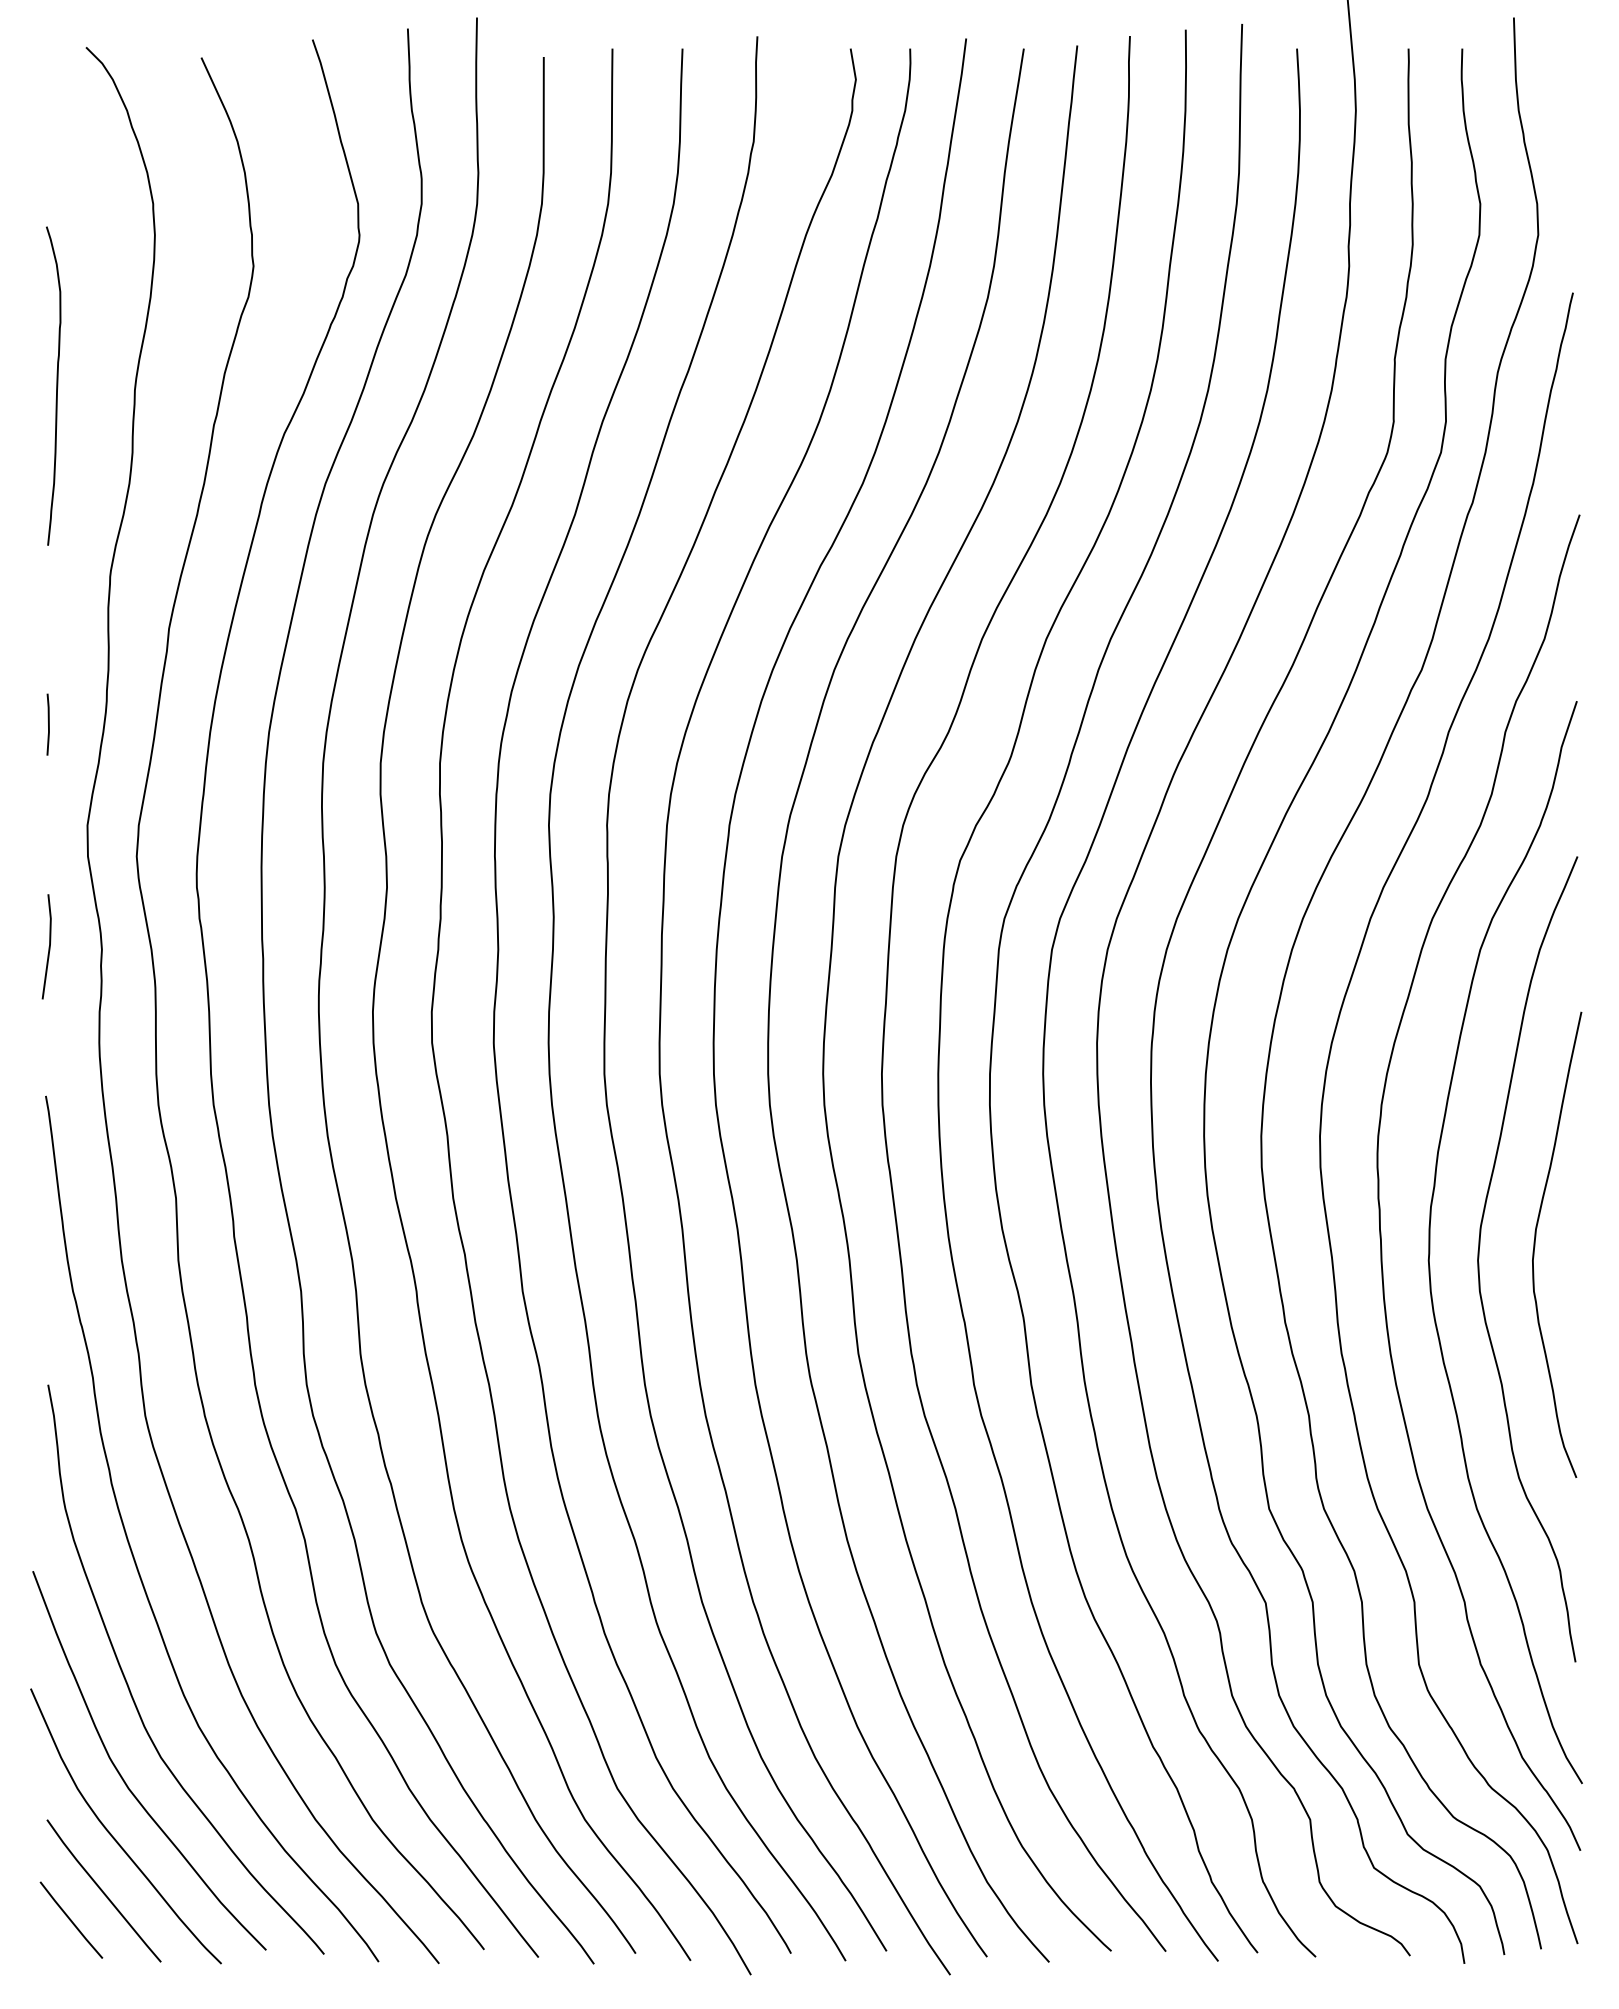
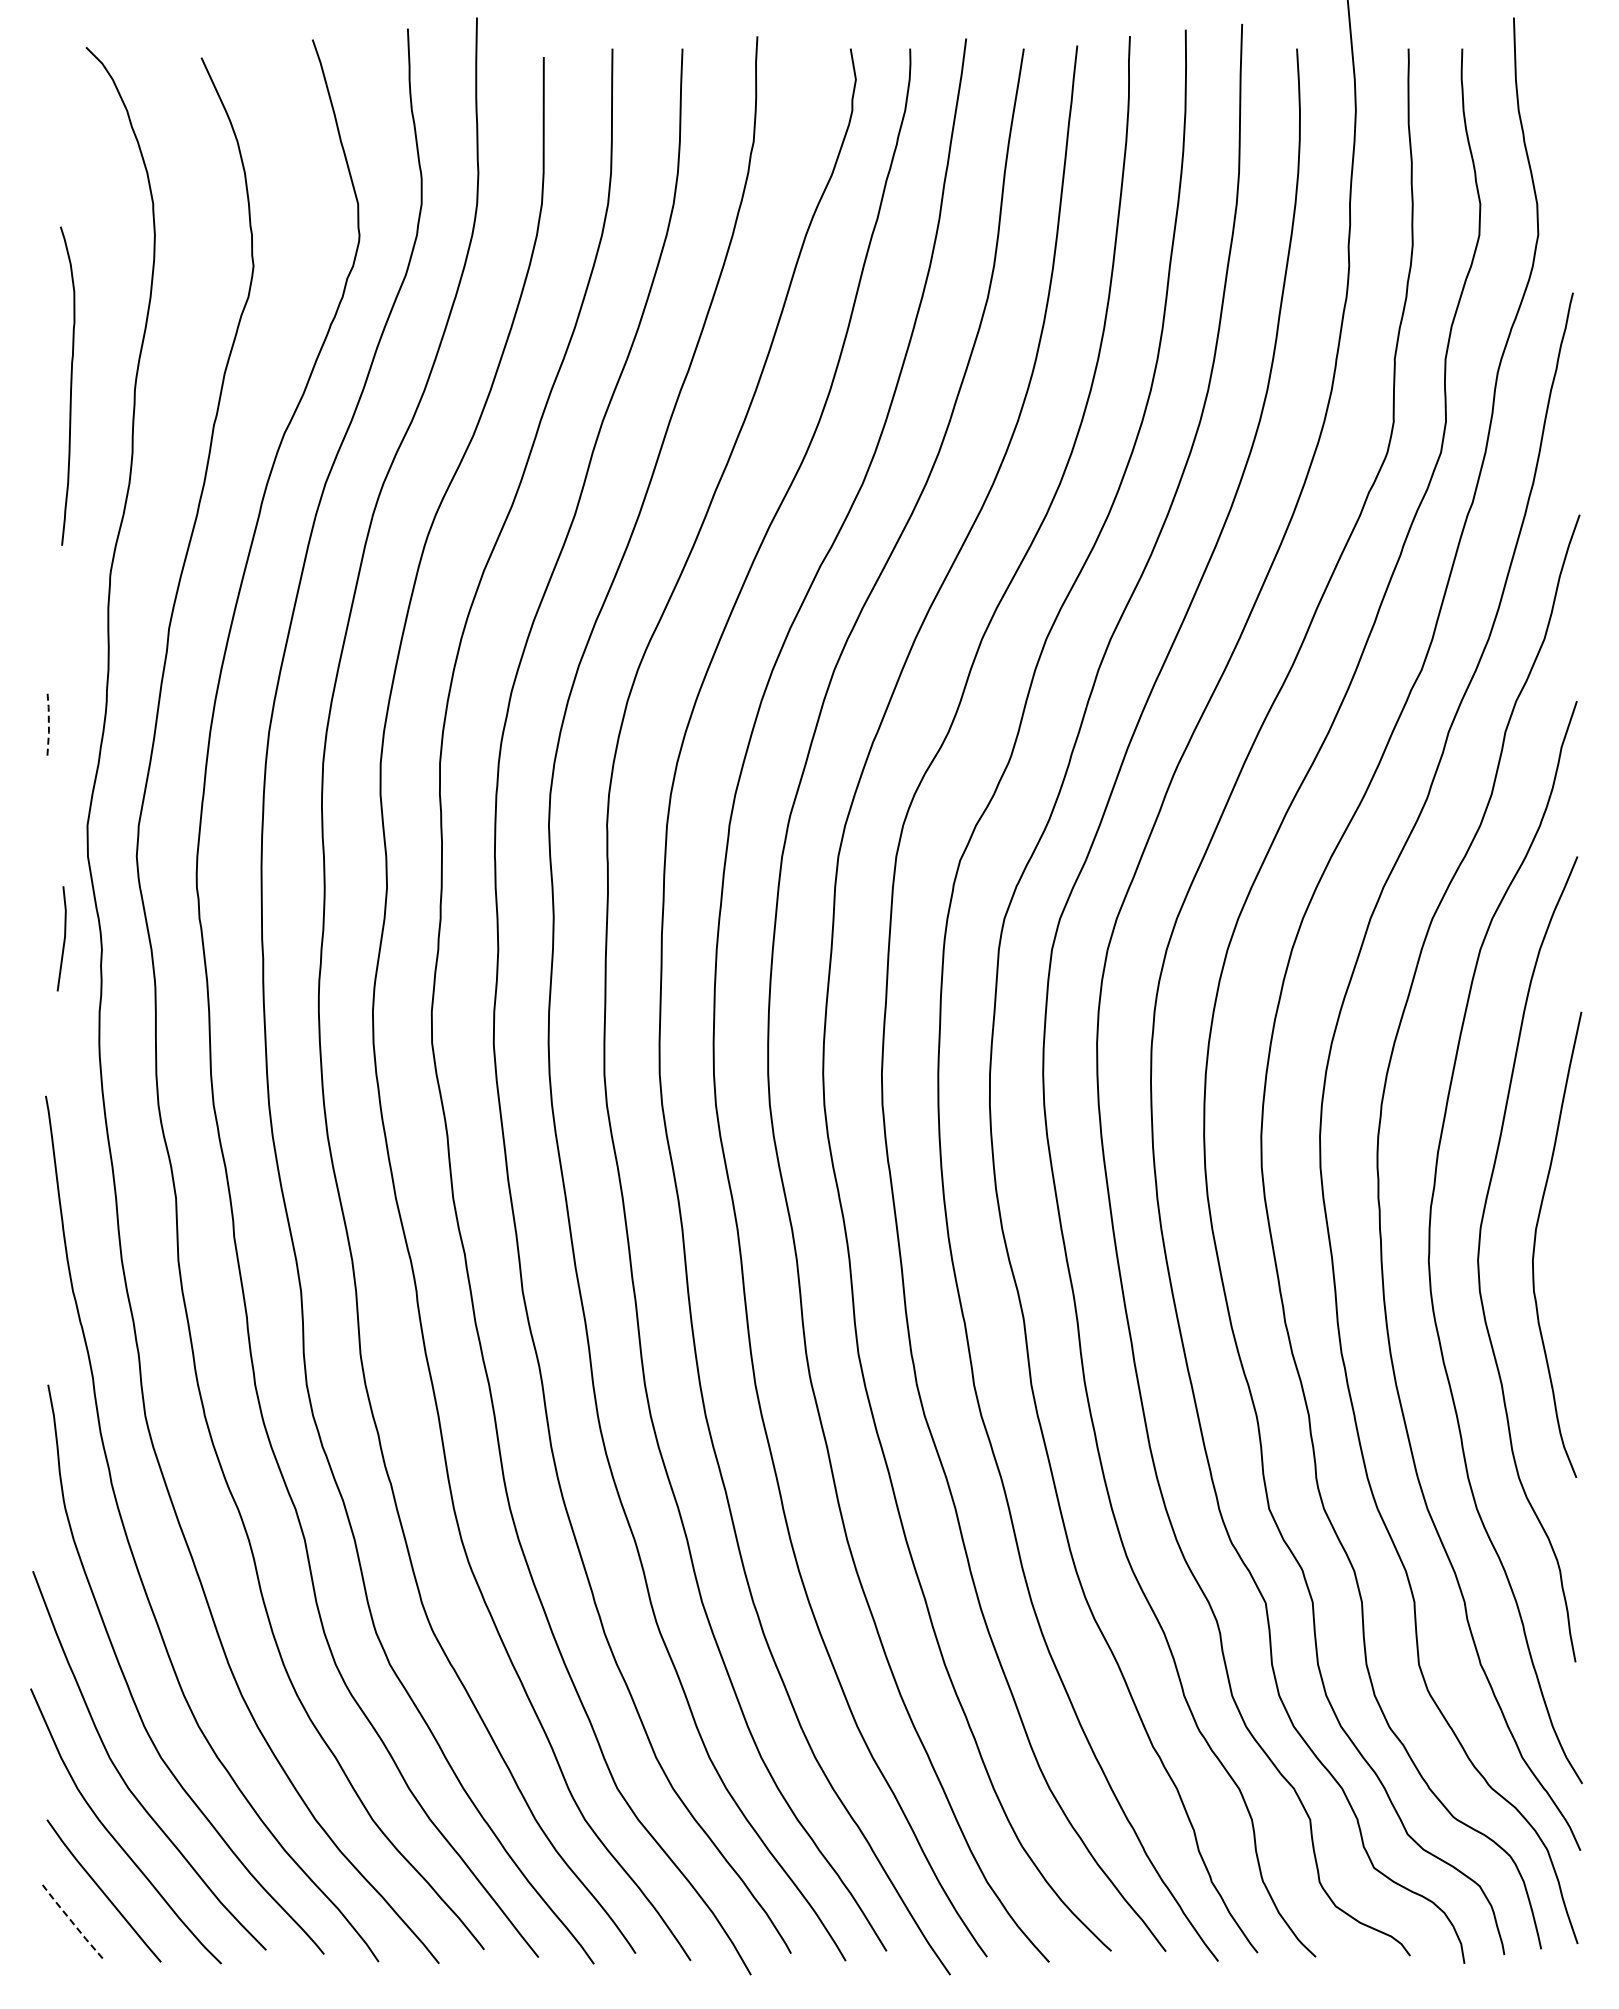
curve at (56, 385) position: (56, 385) -> (70, 385)
line at (48, 724): solid -> dashed
line at (48, 946) position: (48, 946) -> (63, 938)
line at (70, 1920): solid -> dashed
